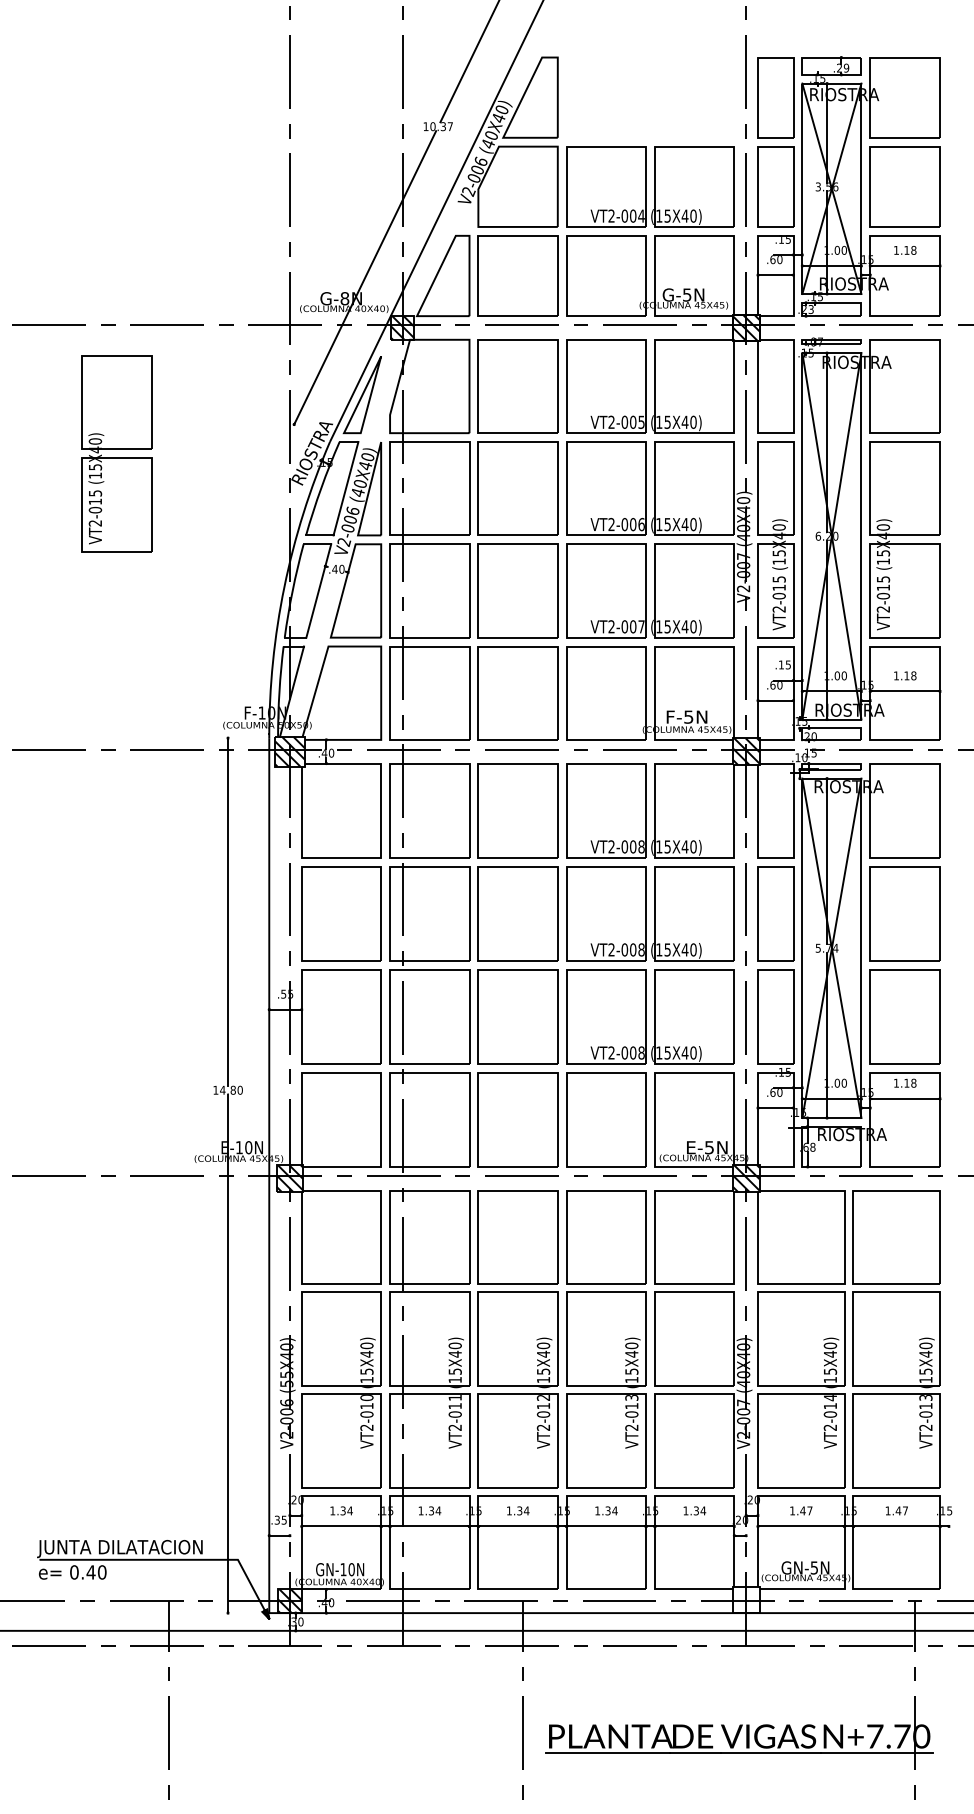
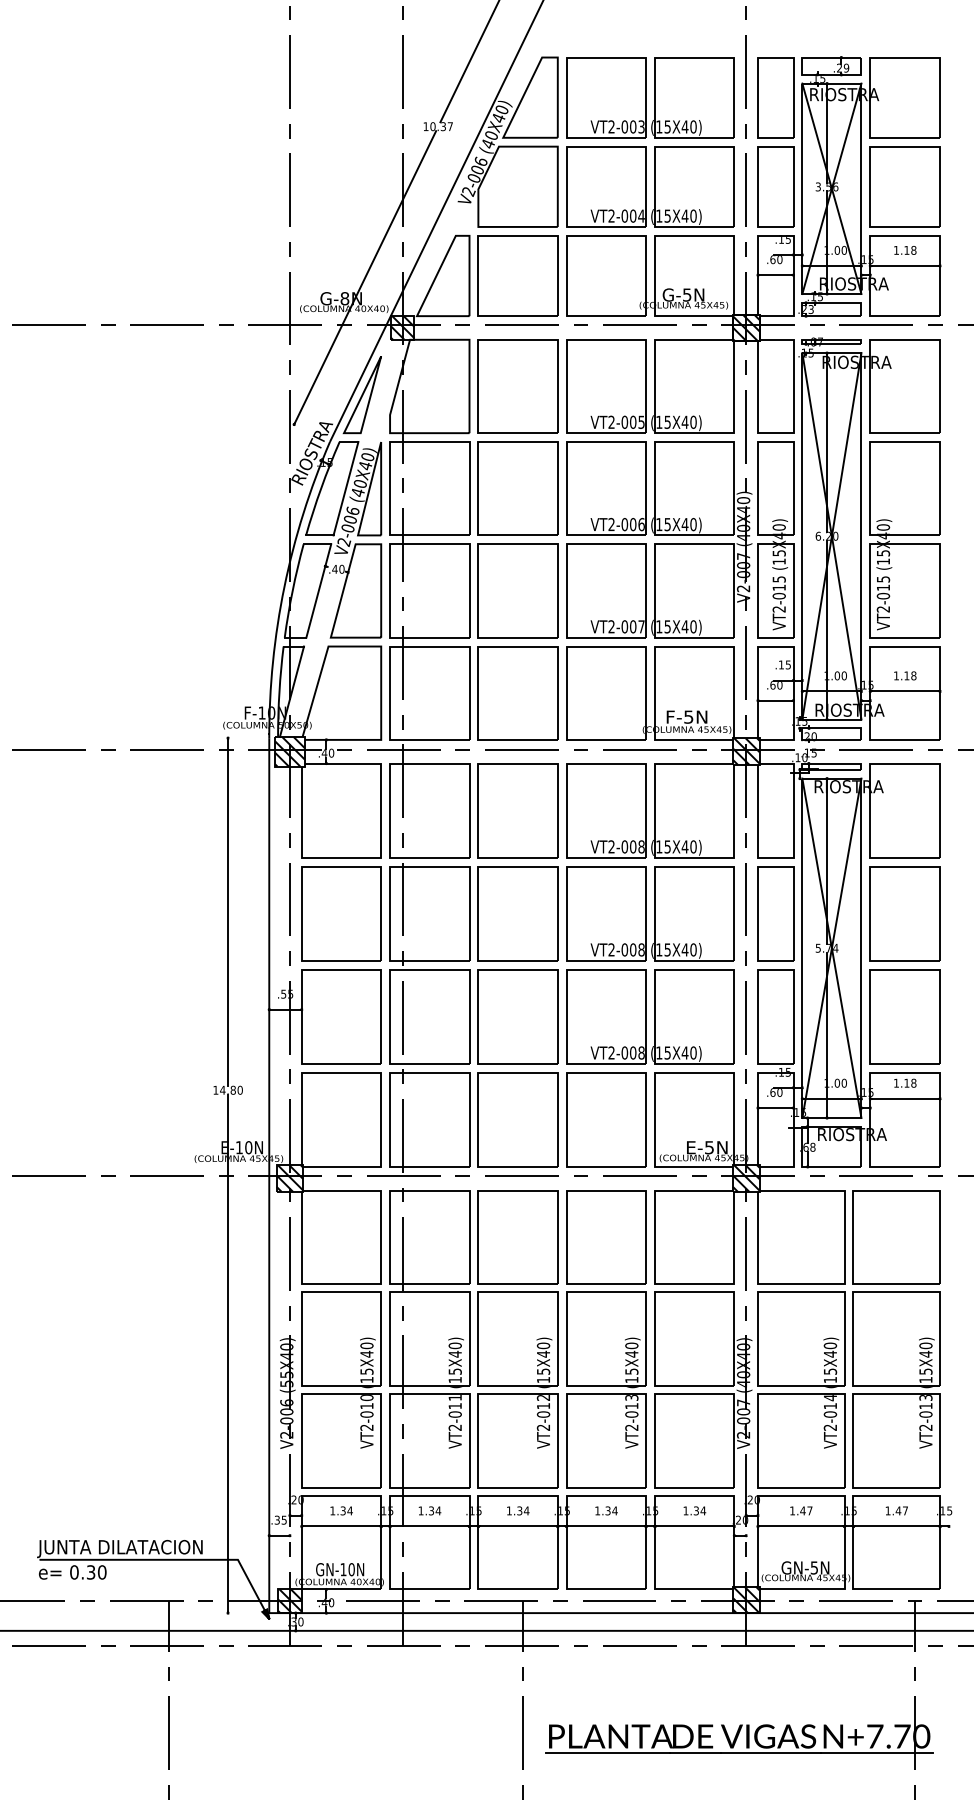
part at (650, 97): none -> present
part at (116, 453): present -> none
text at (90, 1572): 0.40 -> 0.30
hatch at (745, 1599): none -> present
